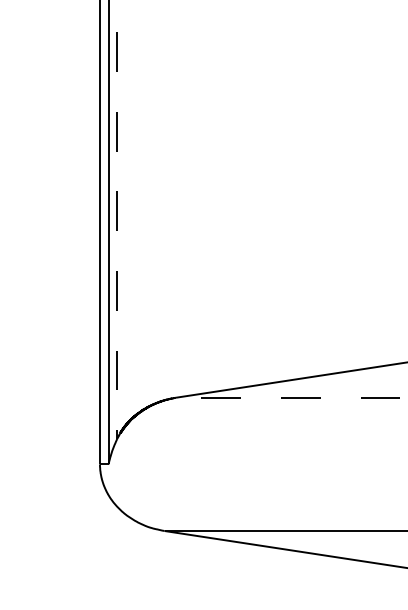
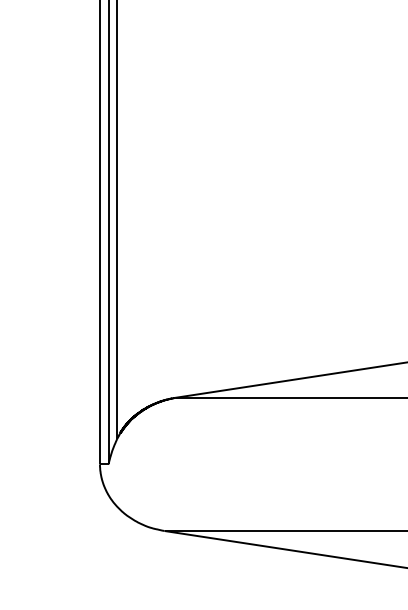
line at (117, 219): dashed -> solid
line at (291, 397): dashed -> solid
